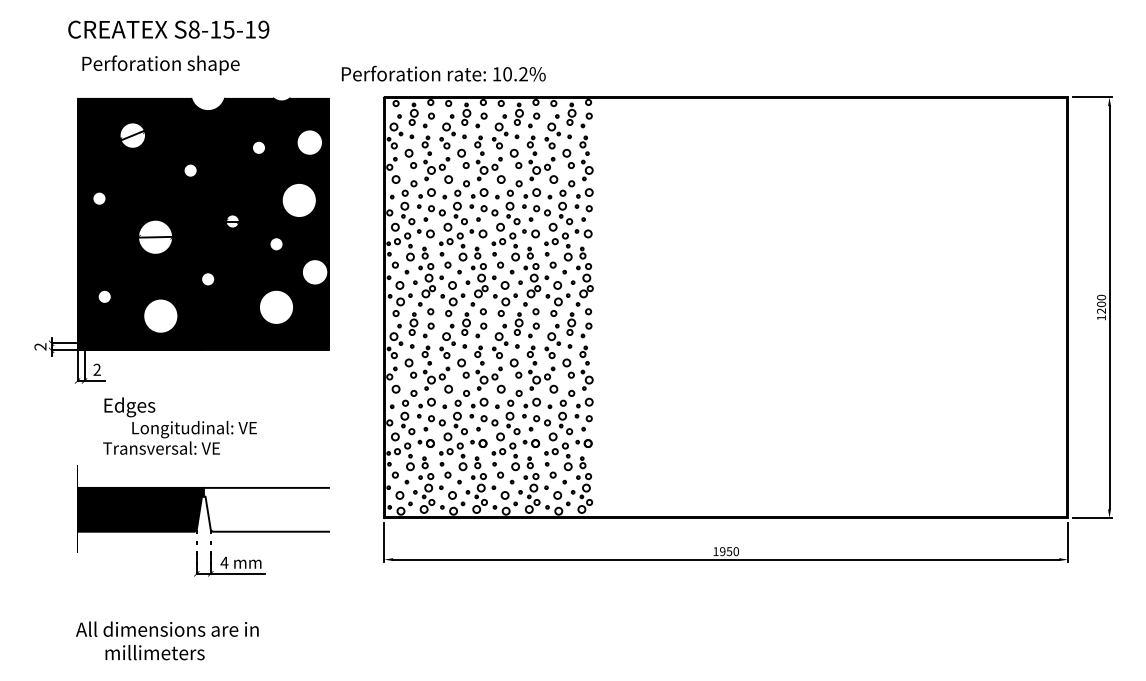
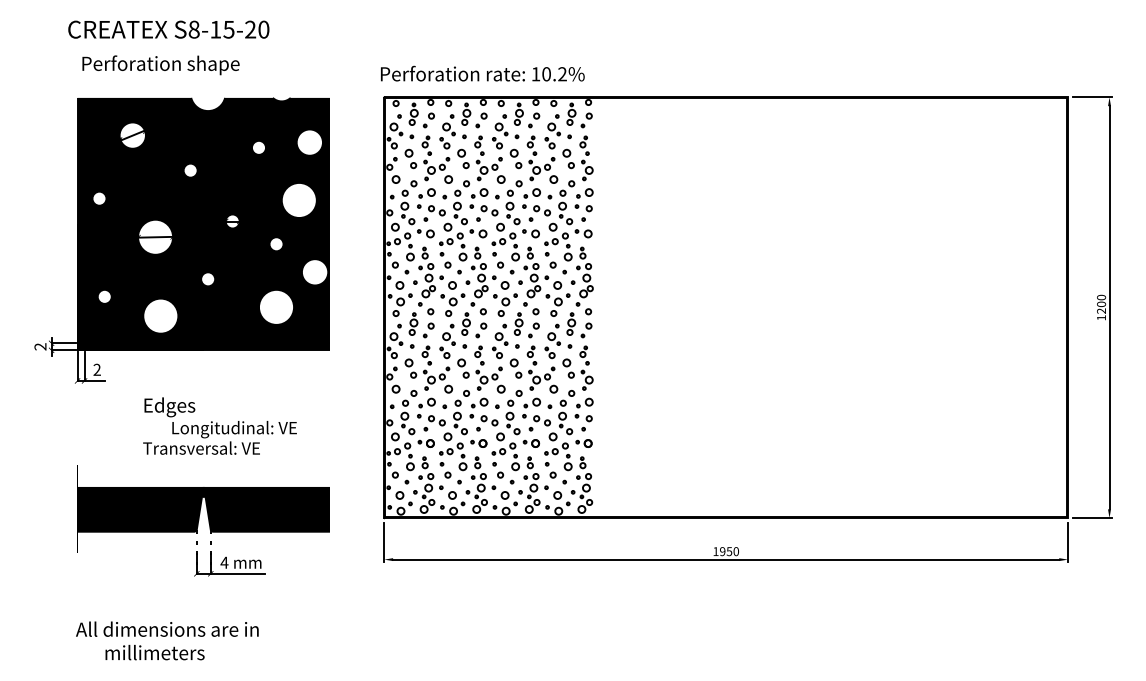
text at (257, 29): S8-15-19 -> S8-15-20
text at (443, 73) position: (443, 73) -> (482, 73)
text at (179, 425) position: (179, 425) -> (219, 425)
fill at (266, 509): none -> present
